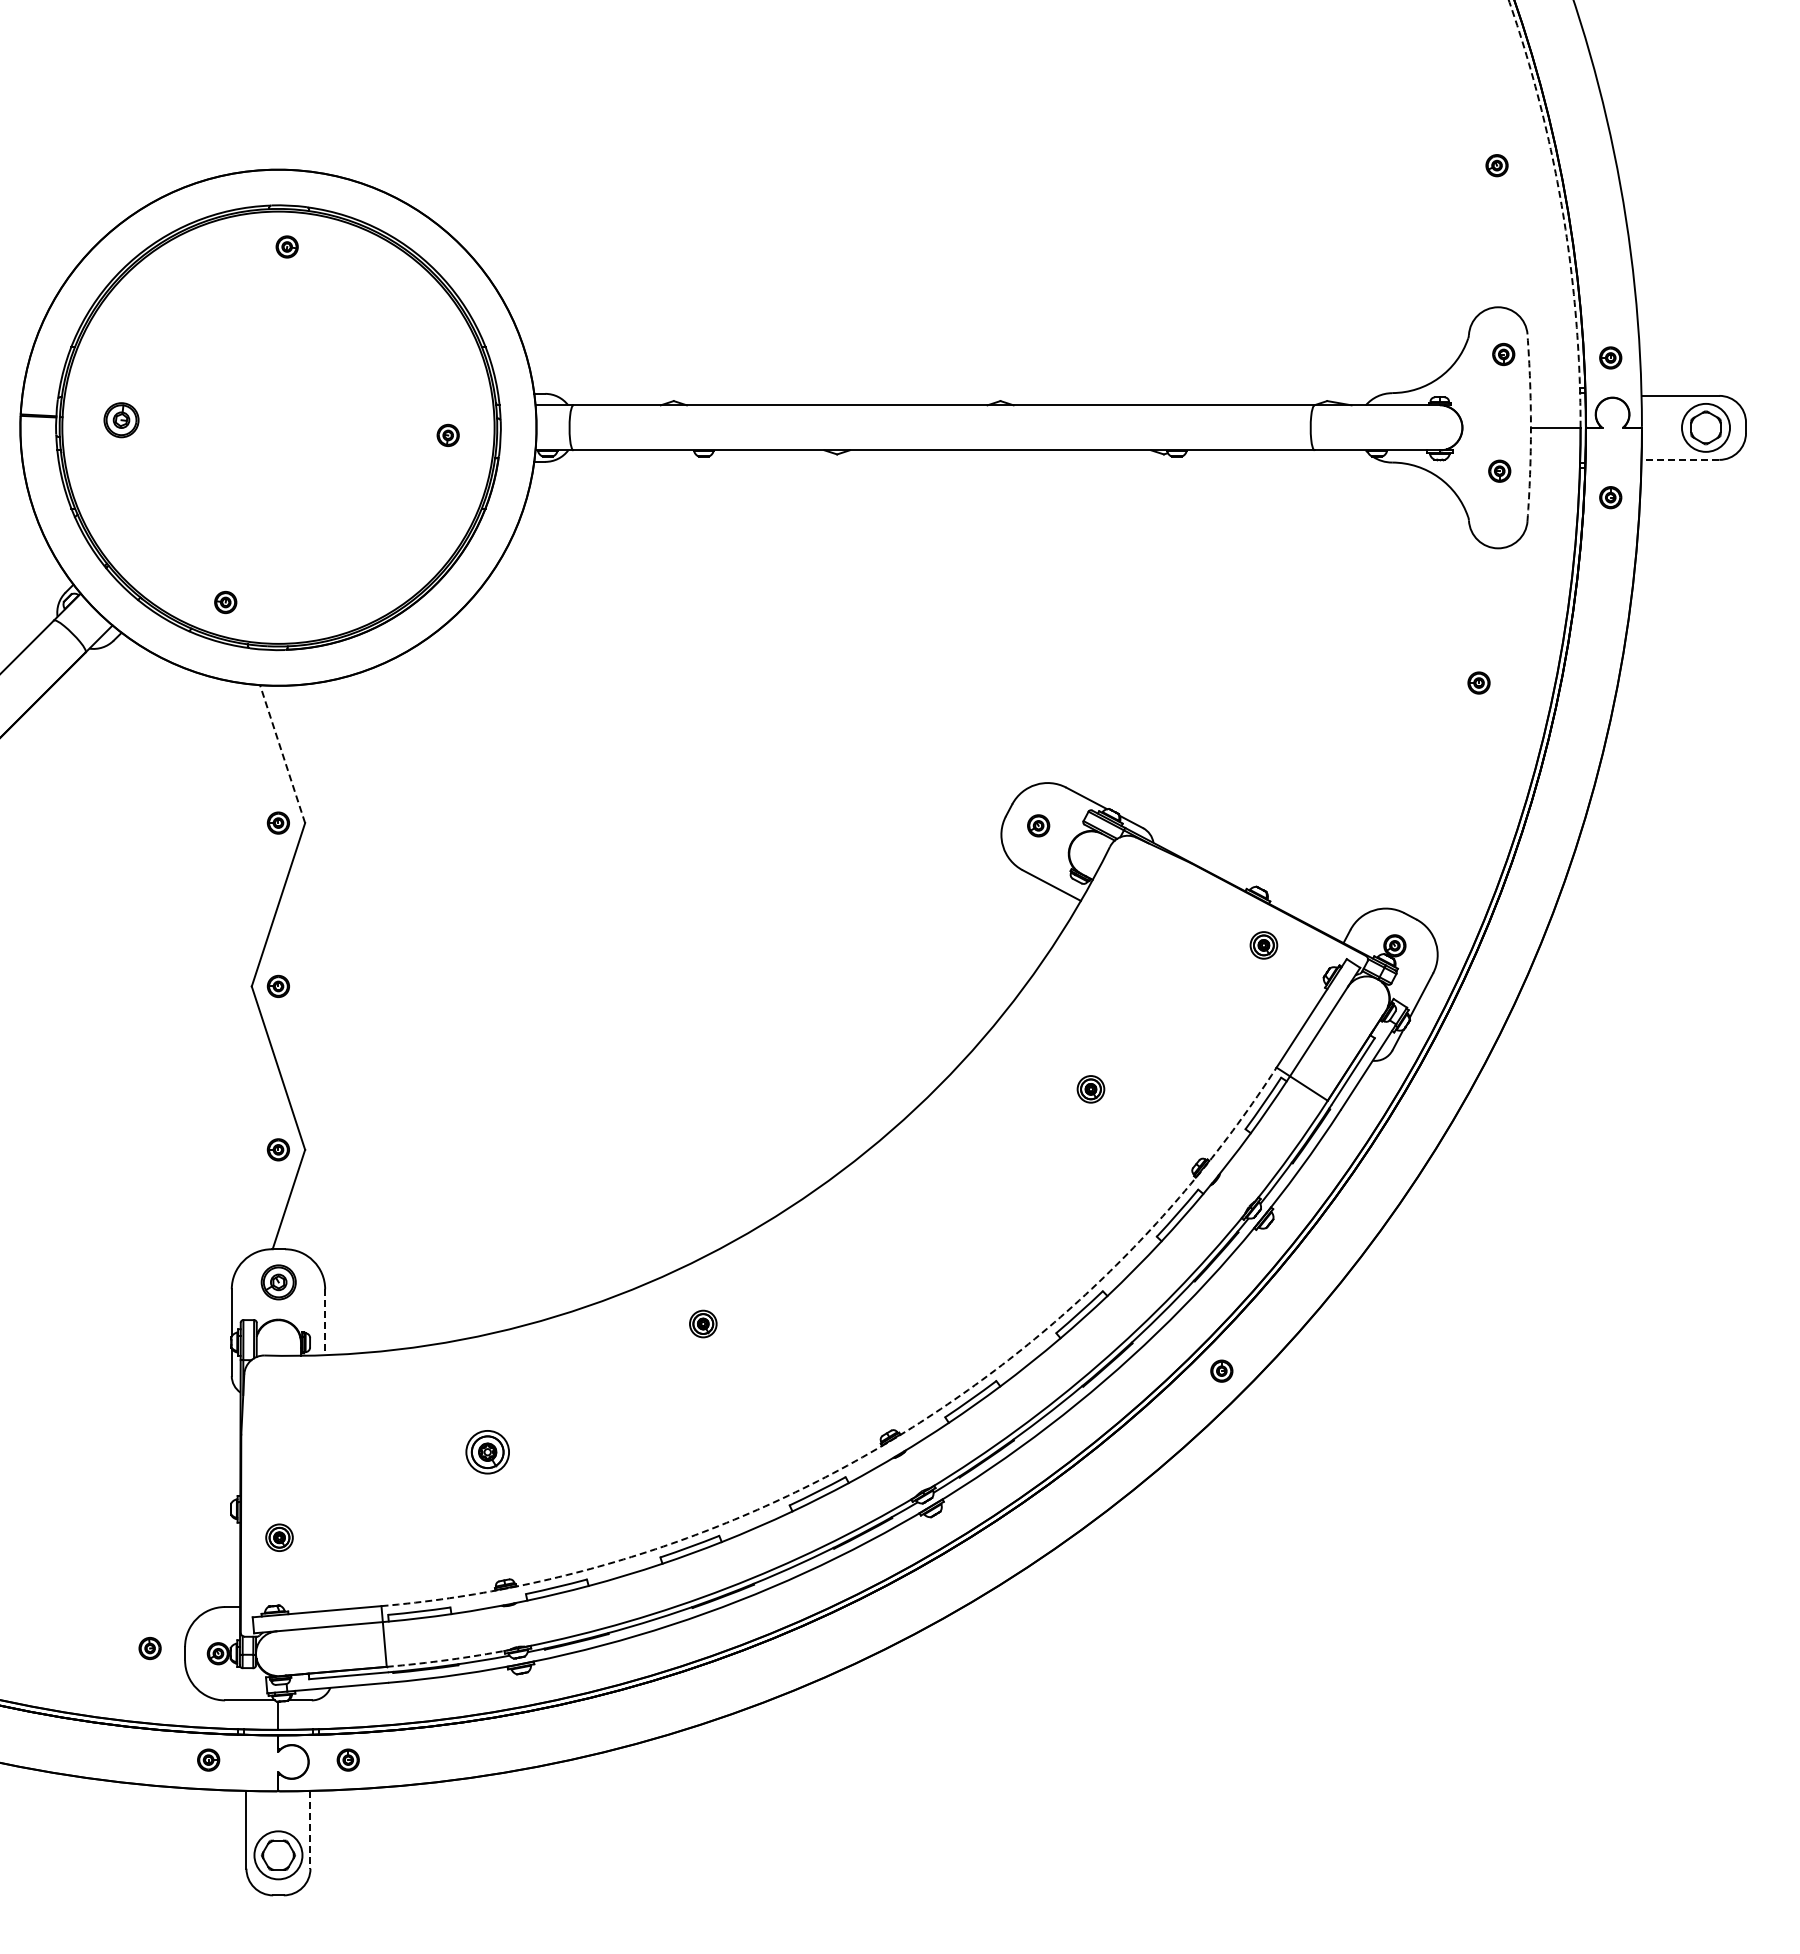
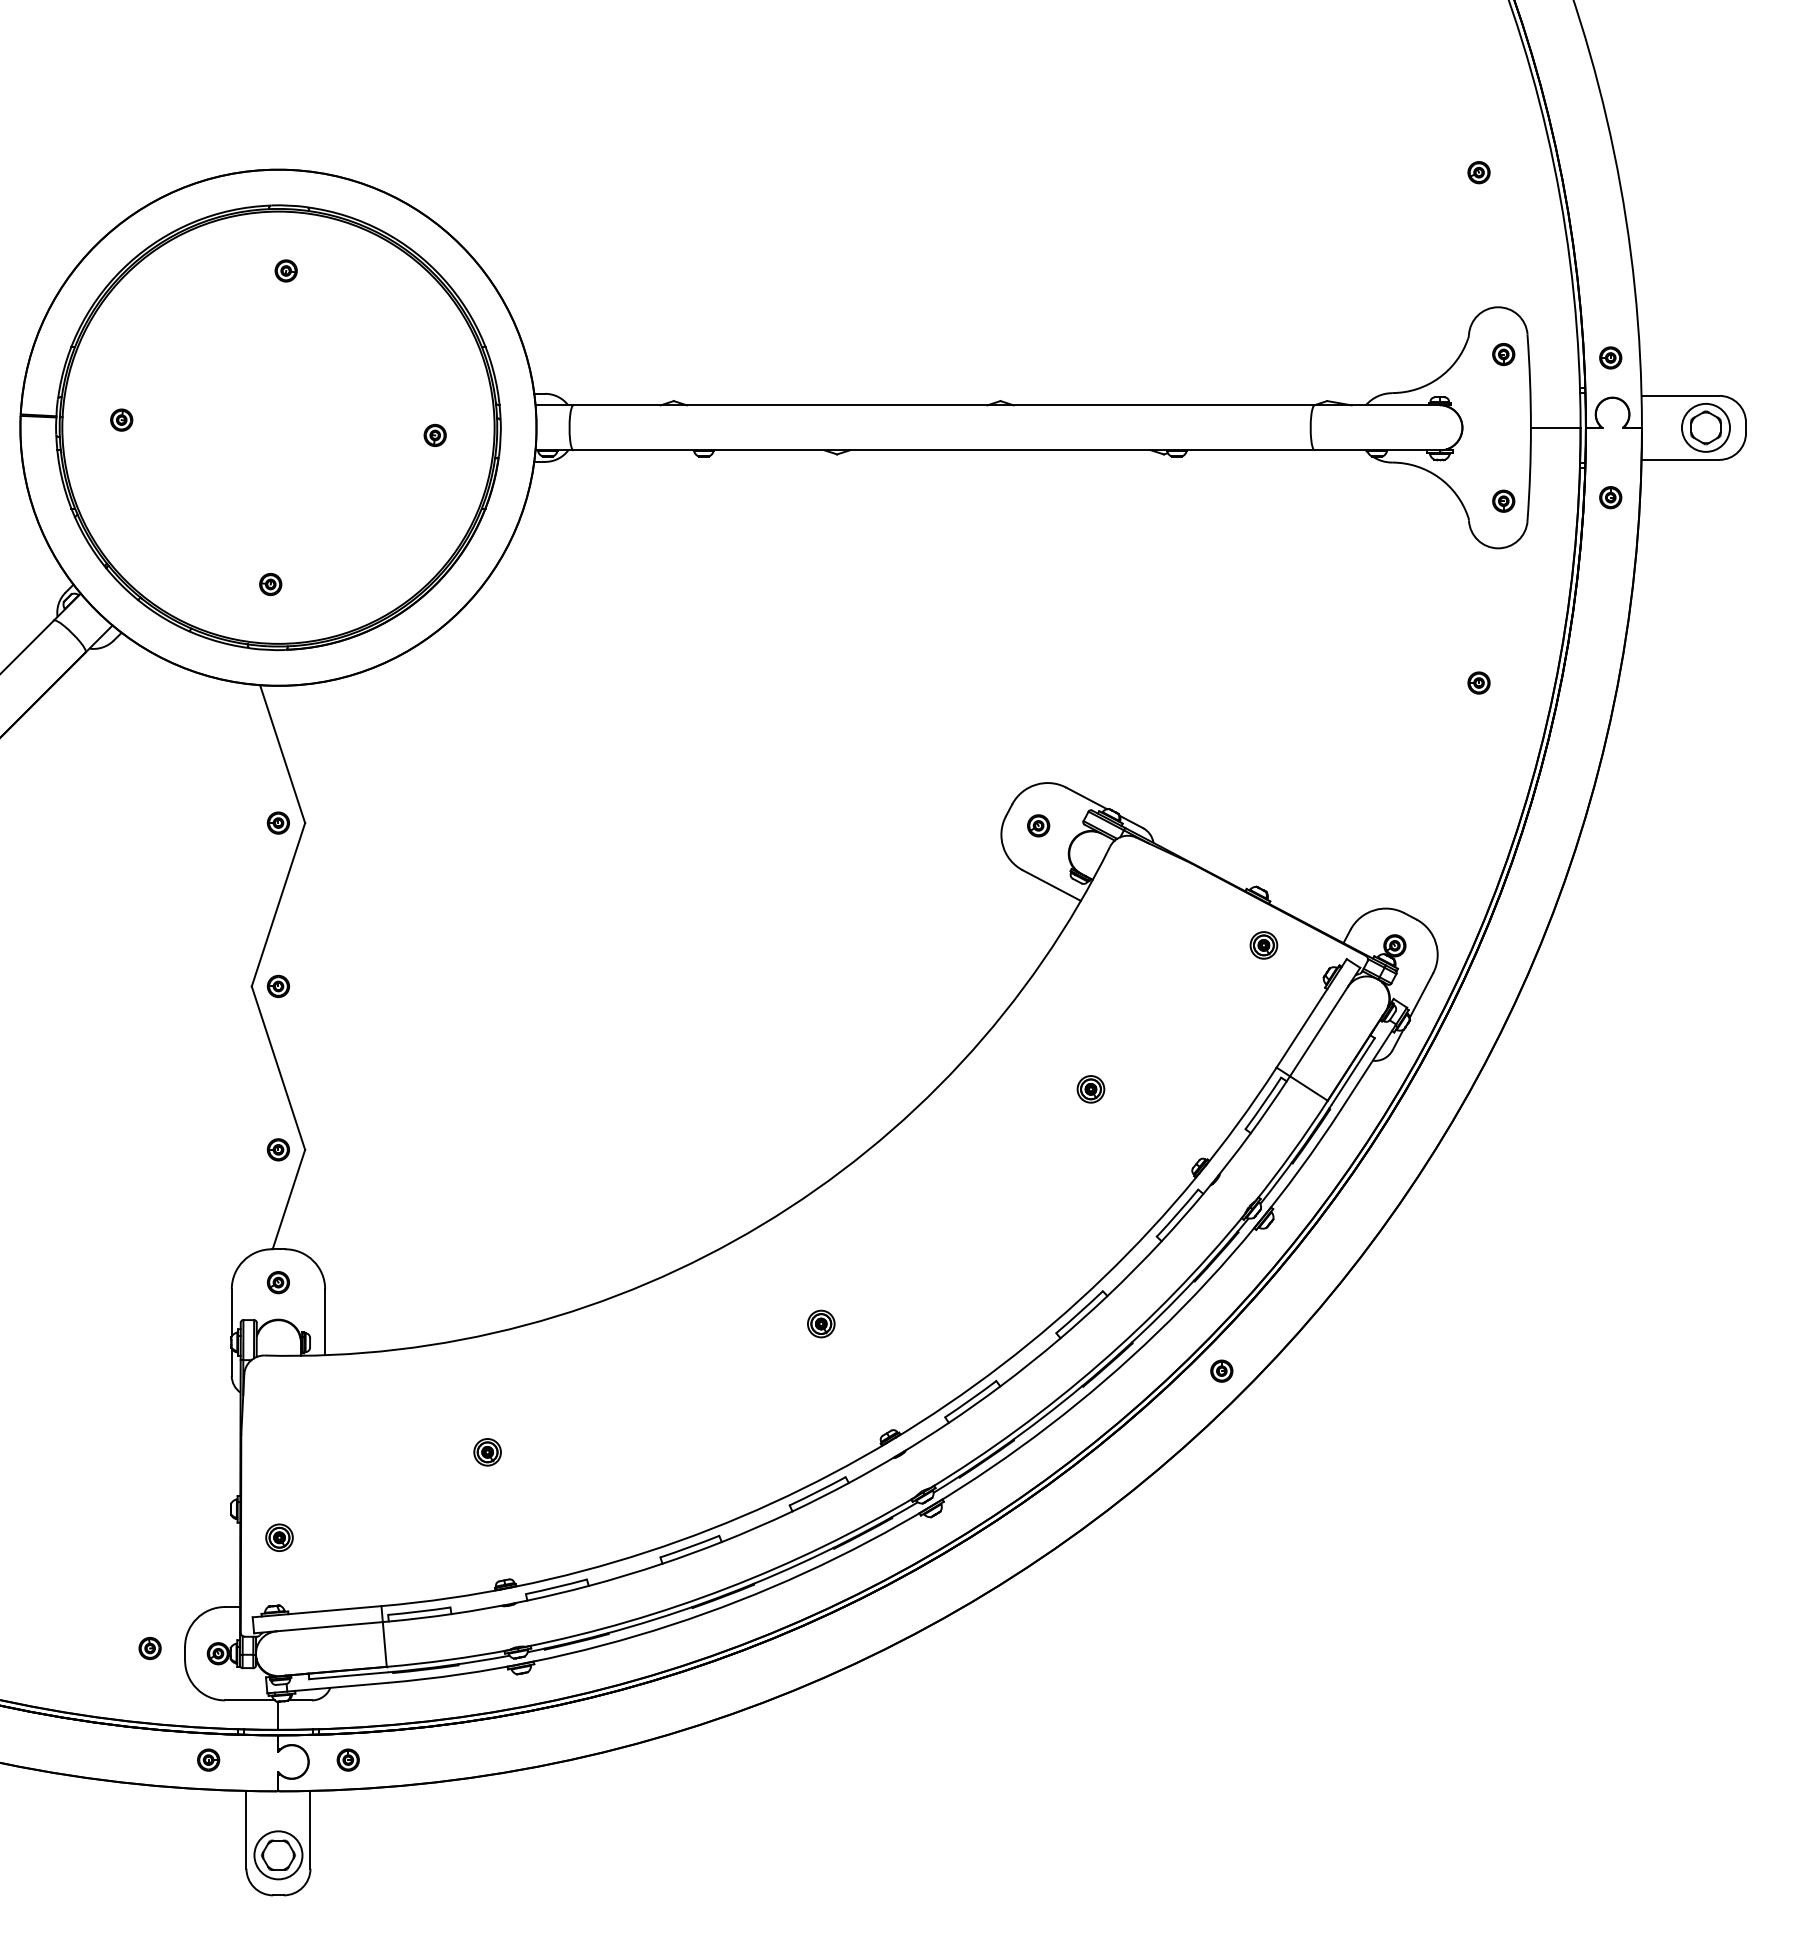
part at (1496, 165) position: (1496, 165) -> (1478, 172)
arc at (1562, 209): dashed -> solid
part at (286, 246) position: (286, 246) -> (285, 270)
part at (121, 420) size: 37x37 px -> 24x24 px
arc at (1530, 427): dashed -> solid
part at (447, 434) position: (447, 434) -> (434, 434)
line at (1680, 459): dashed -> solid
part at (1499, 470) position: (1499, 470) -> (1503, 500)
part at (225, 602) position: (225, 602) -> (270, 584)
line at (282, 754): dashed -> solid
part at (278, 1282) size: 37x37 px -> 24x24 px
line at (325, 1322): dashed -> solid
part at (703, 1323) position: (703, 1323) -> (821, 1323)
arc at (891, 1440): dashed -> solid
part at (487, 1452) size: 45x45 px -> 29x29 px
arc at (448, 1659): dashed -> solid
line at (310, 1829): dashed -> solid
